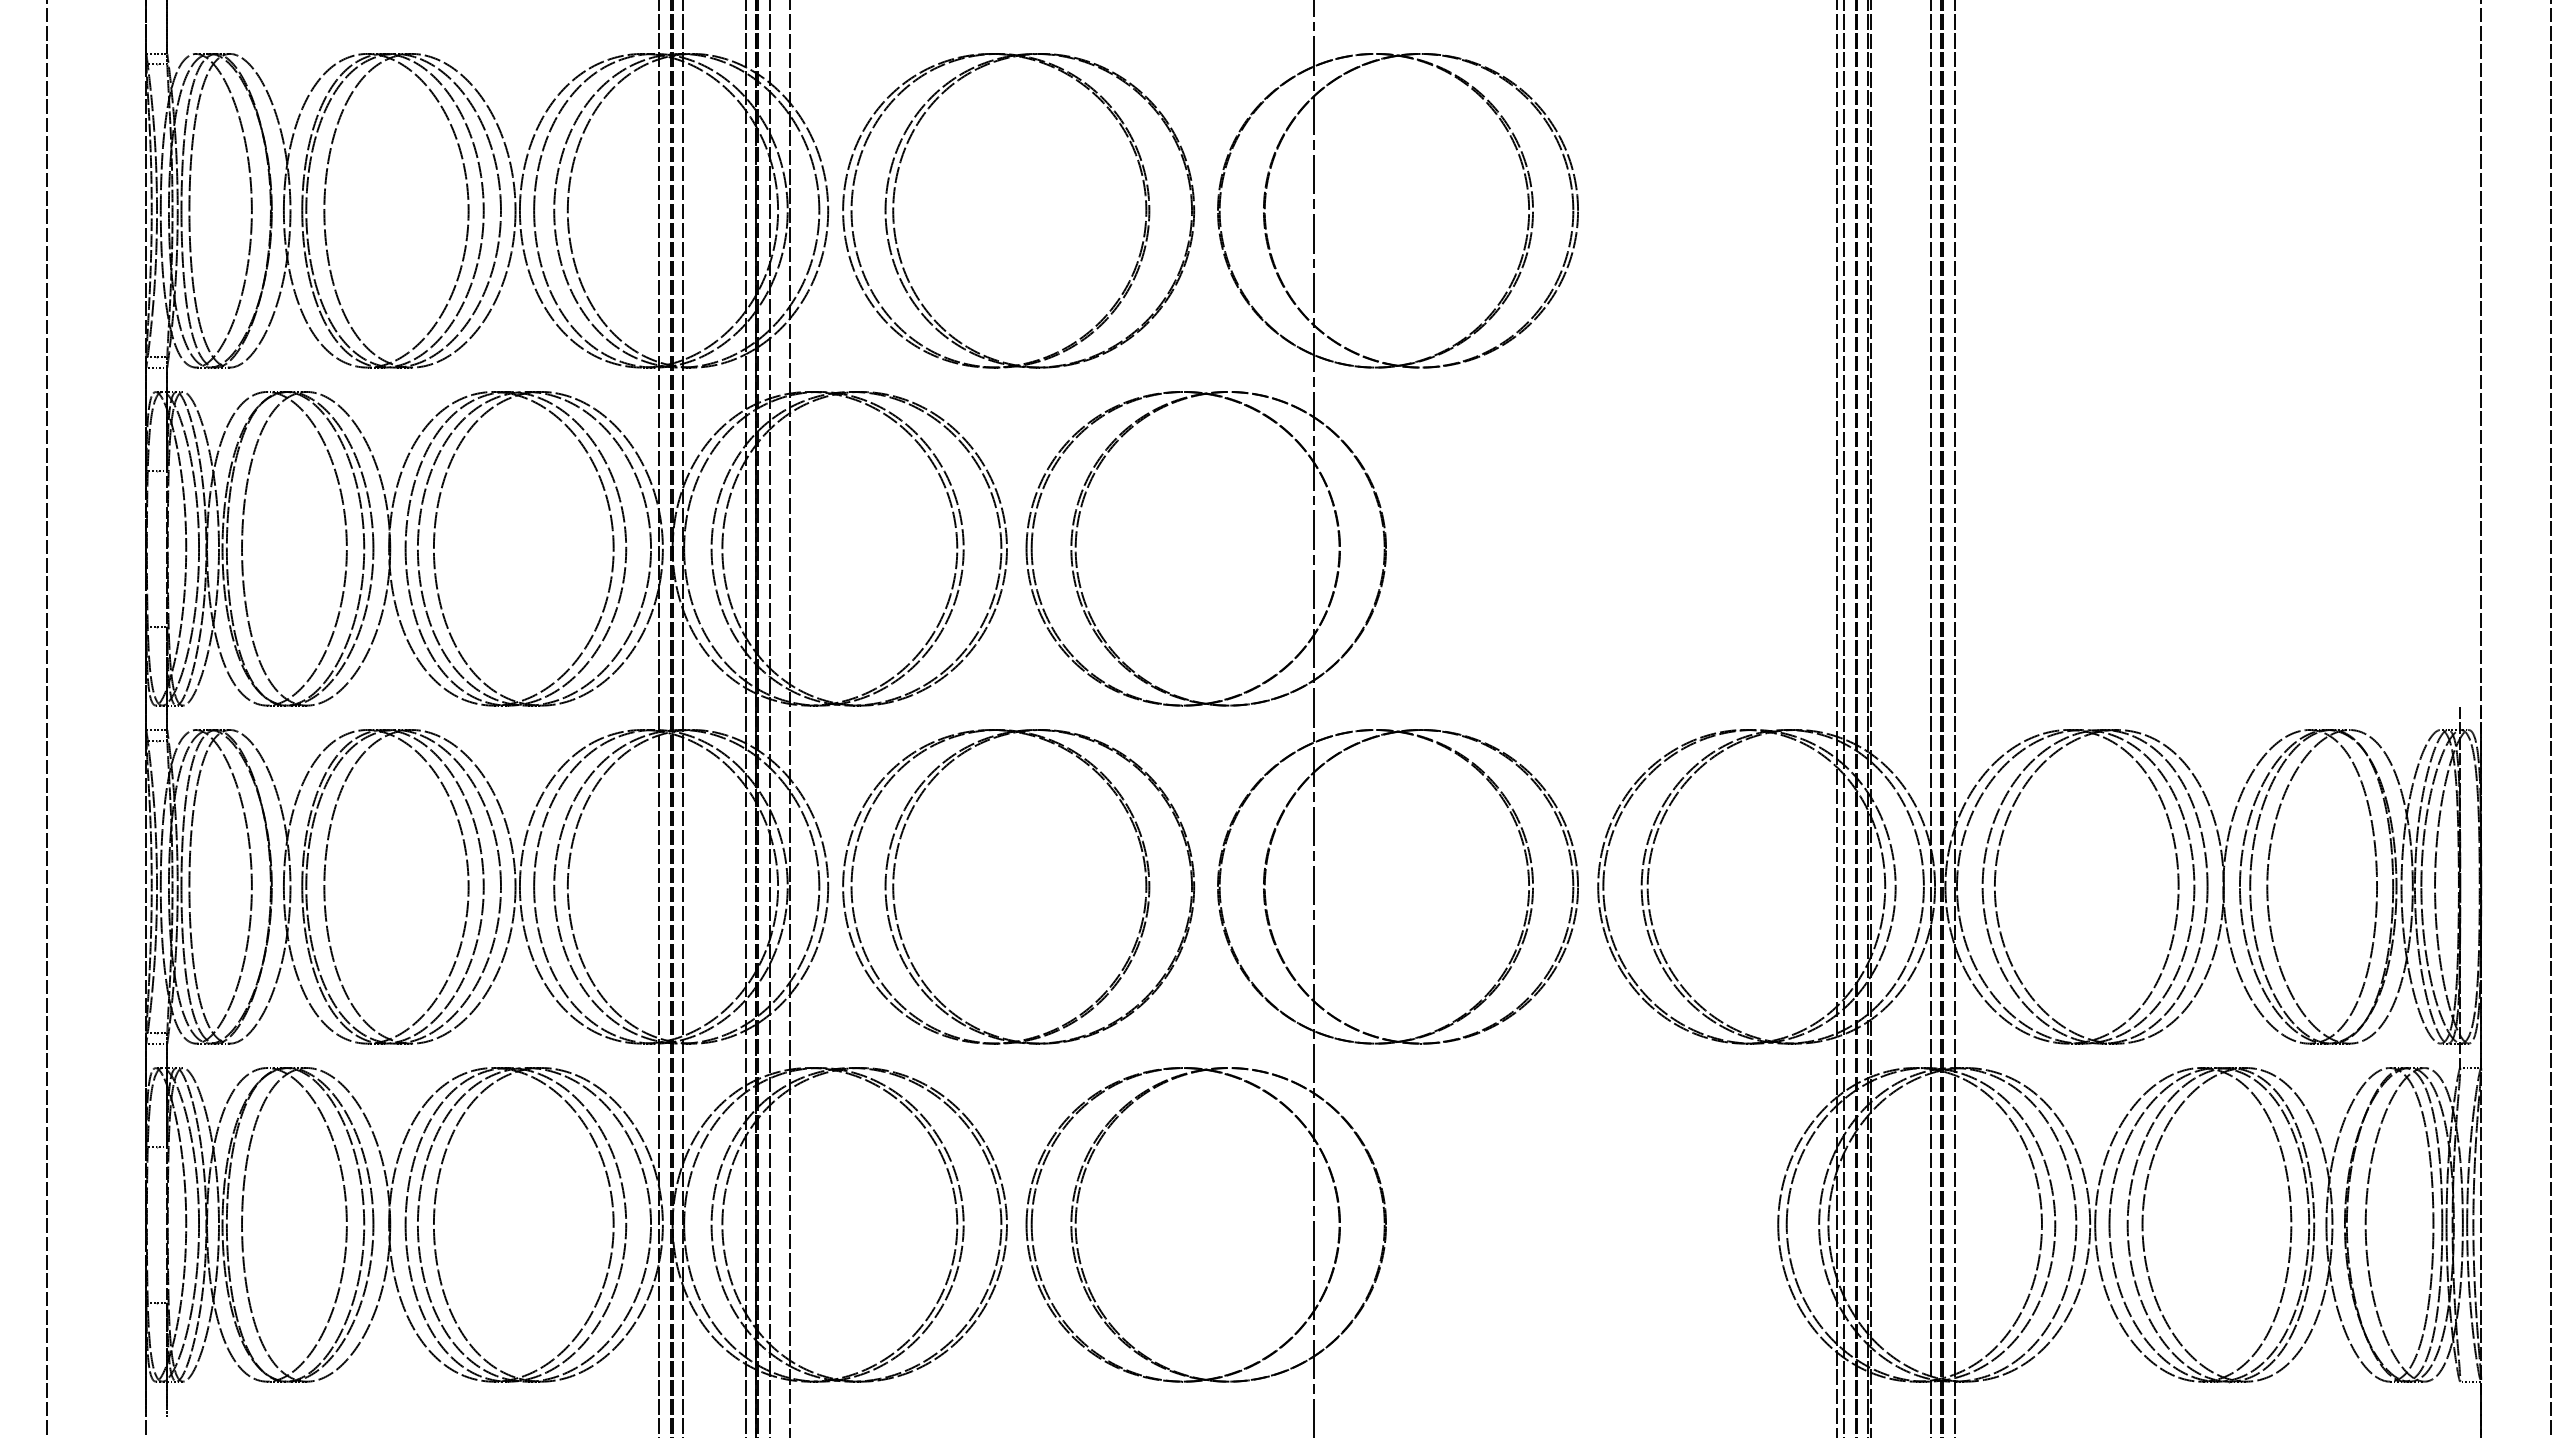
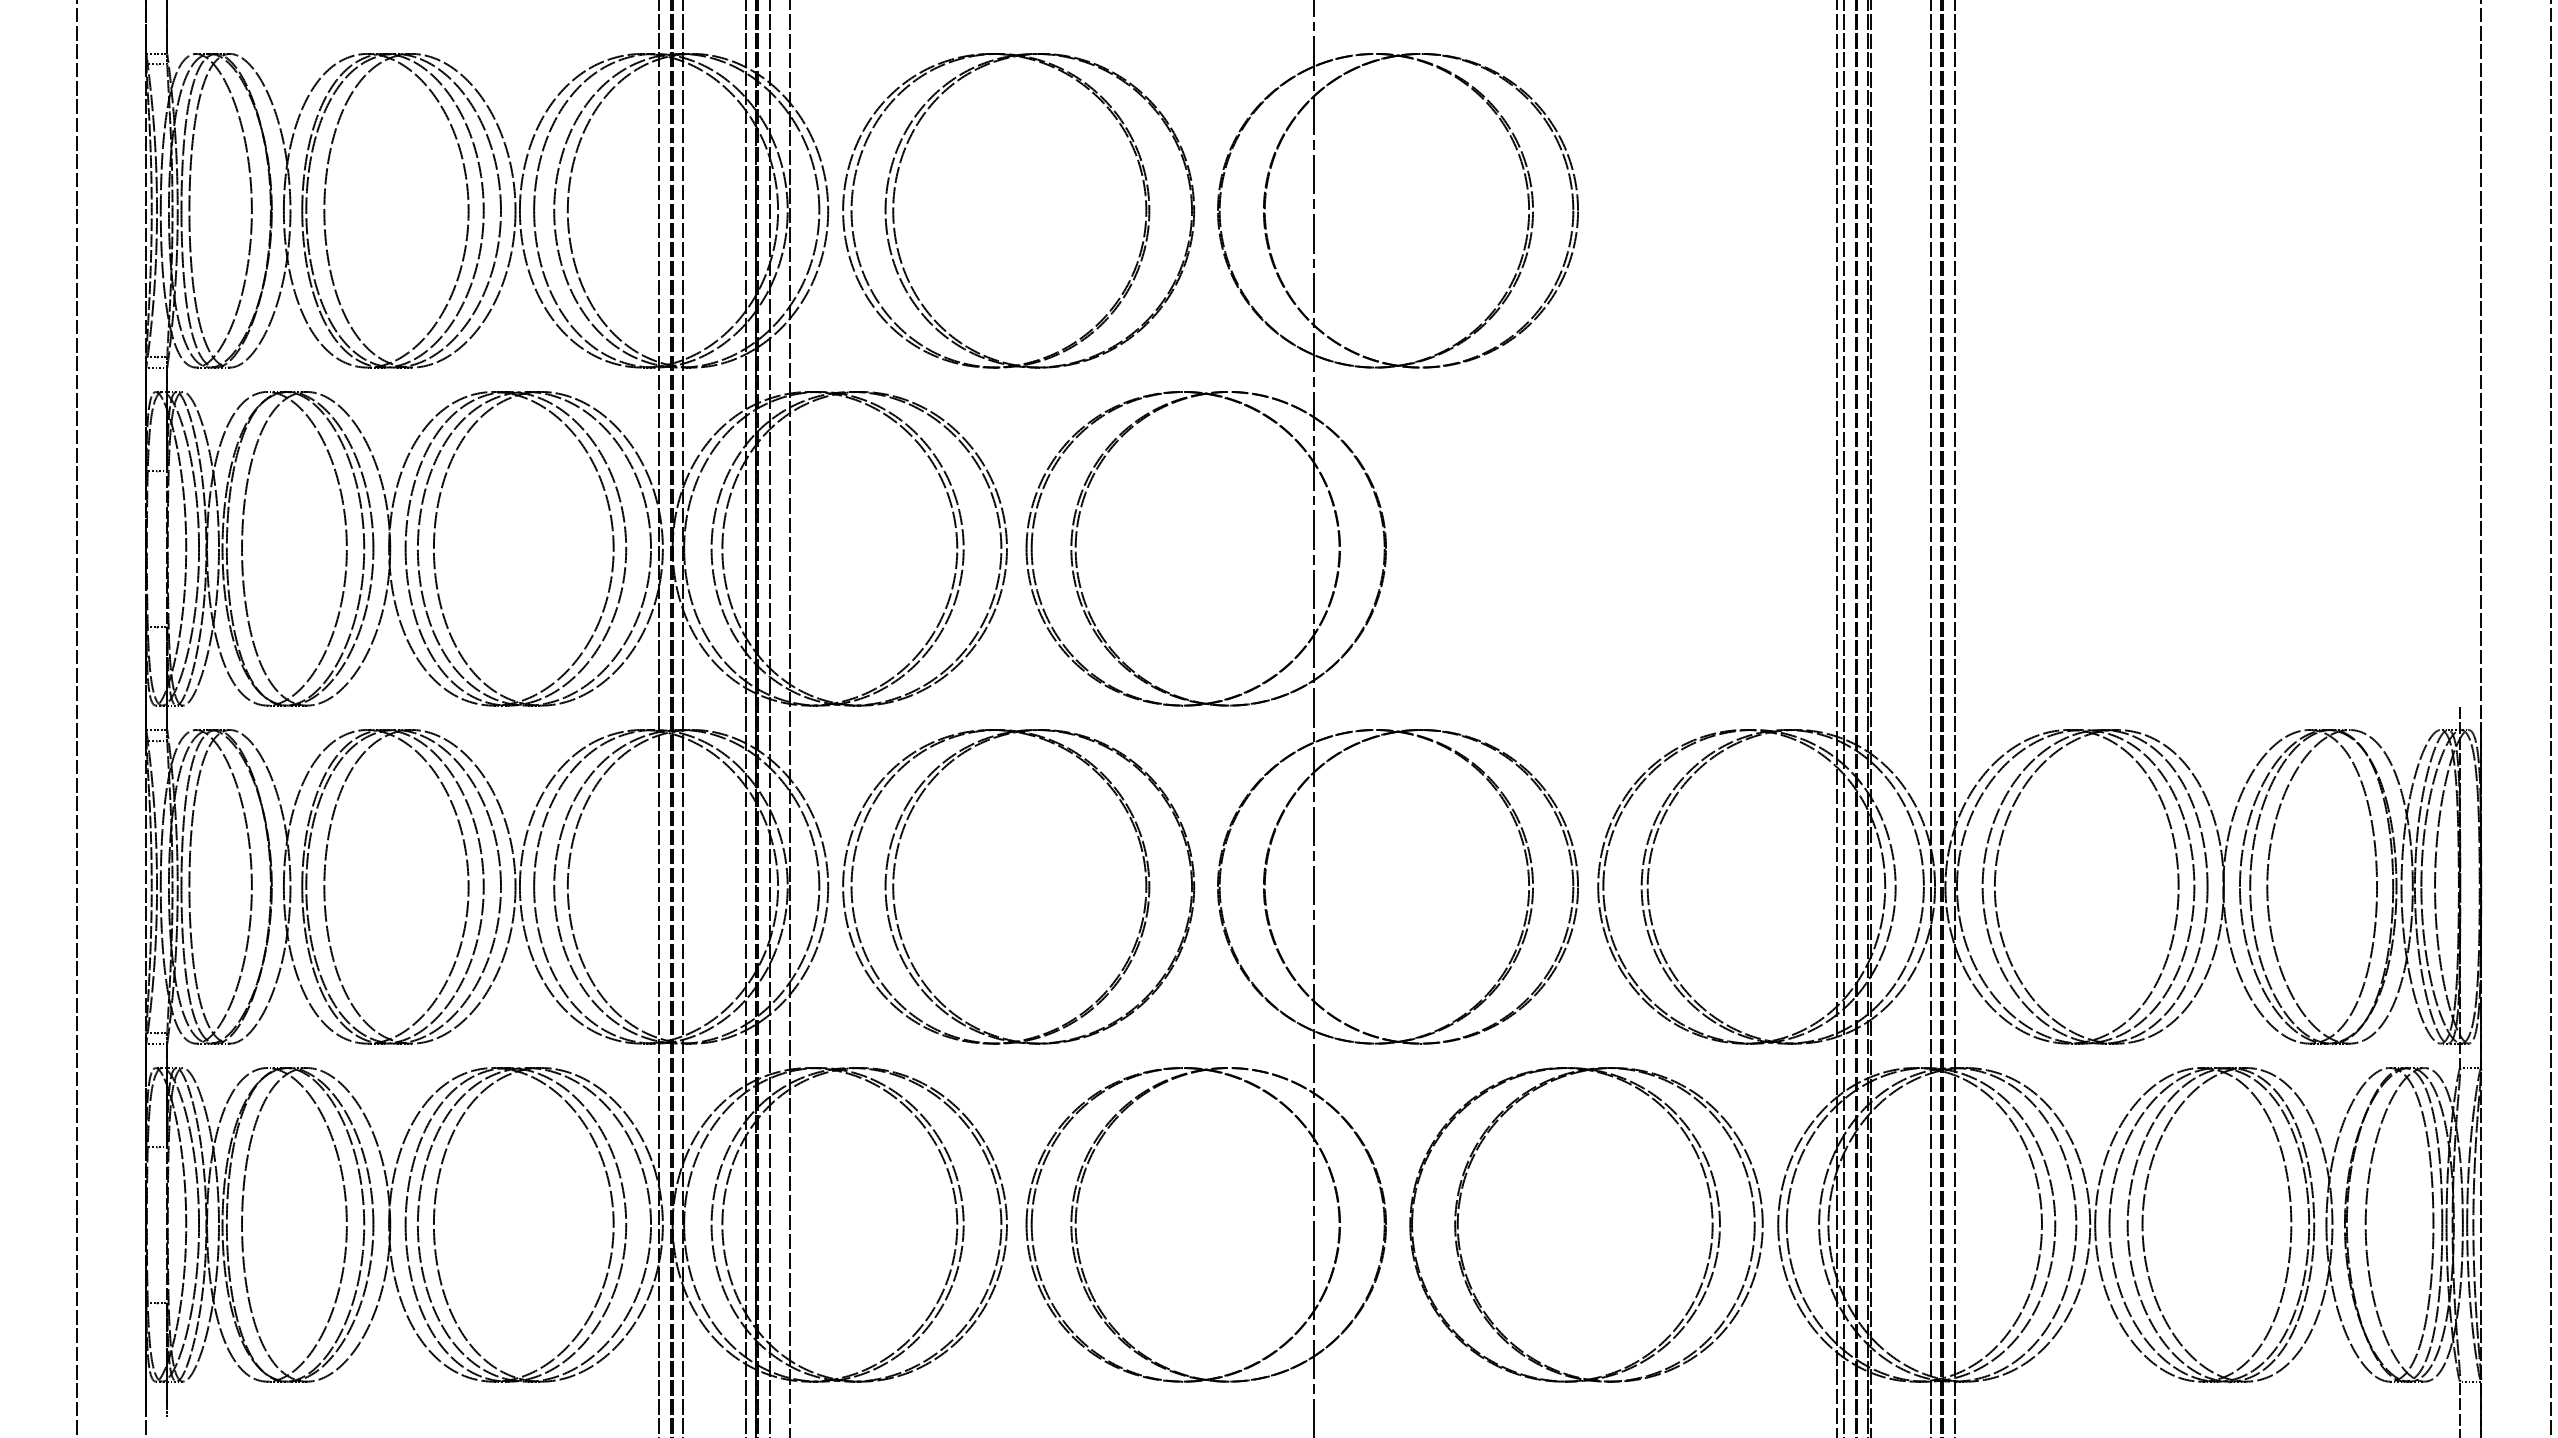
line at (46, 718) position: (46, 718) -> (76, 718)
part at (1711, 1224): none -> present
line at (2460, 1406): none -> present
